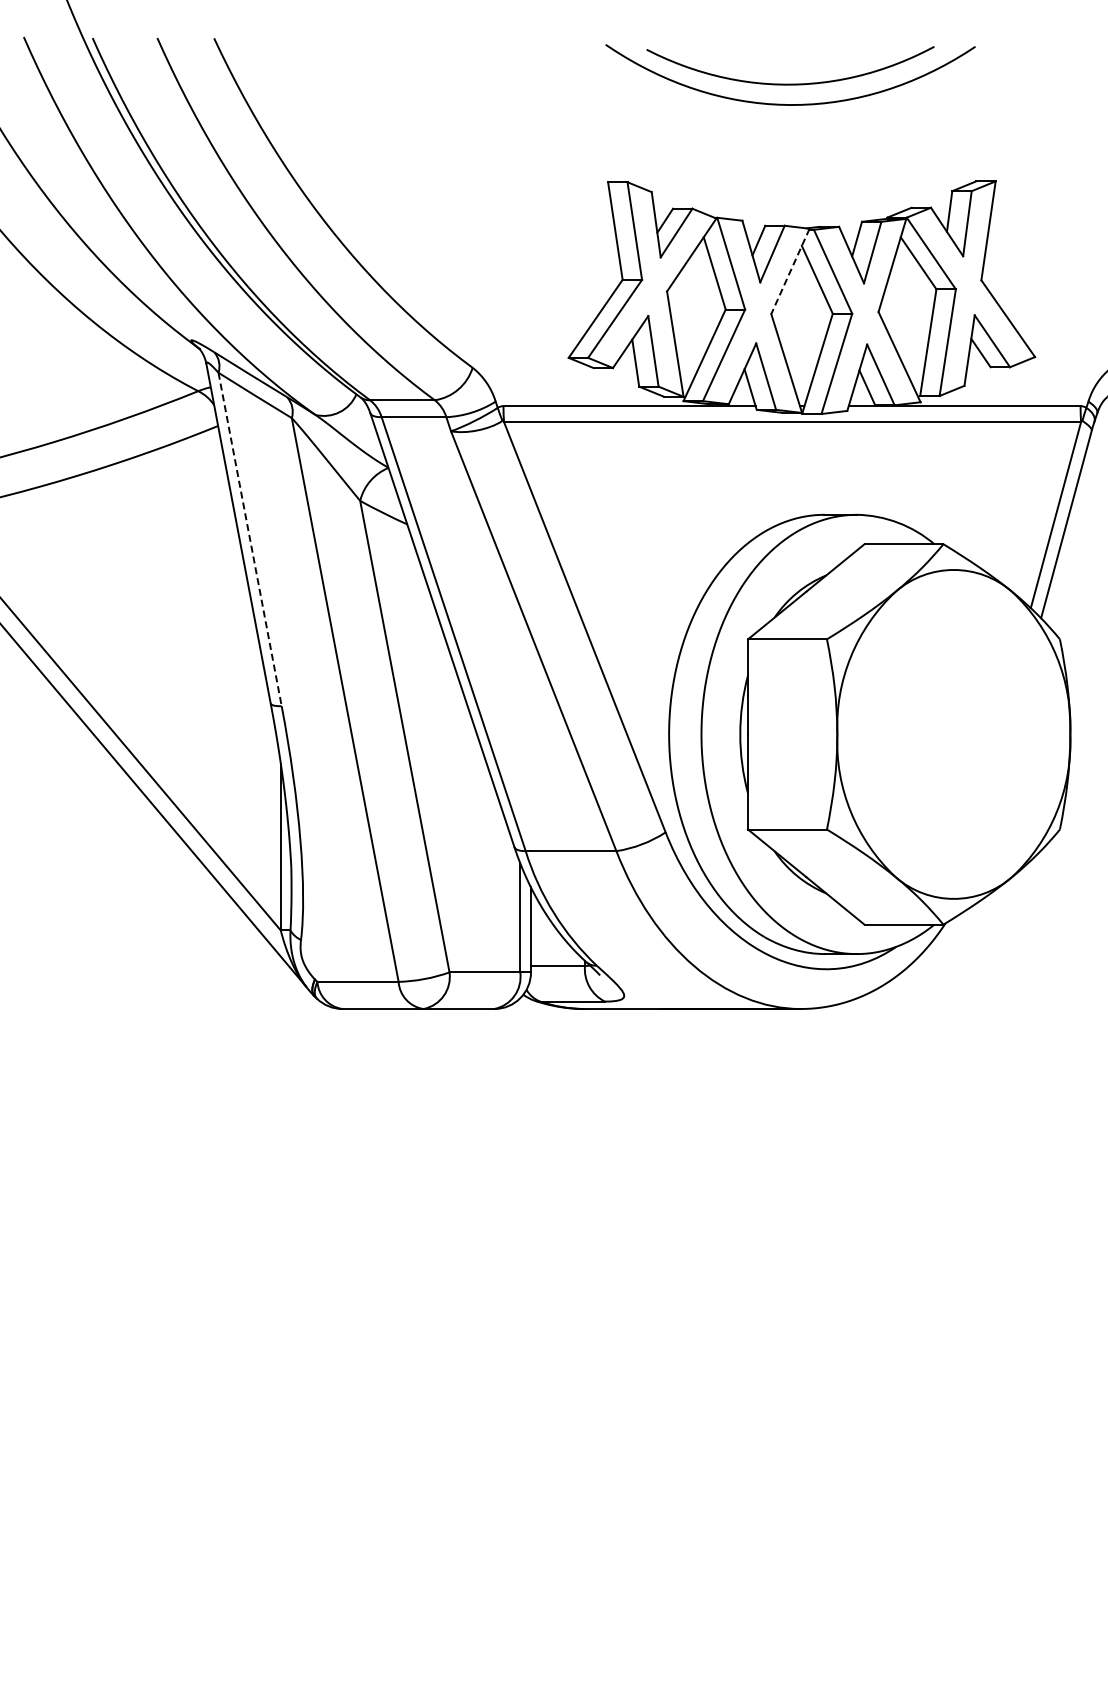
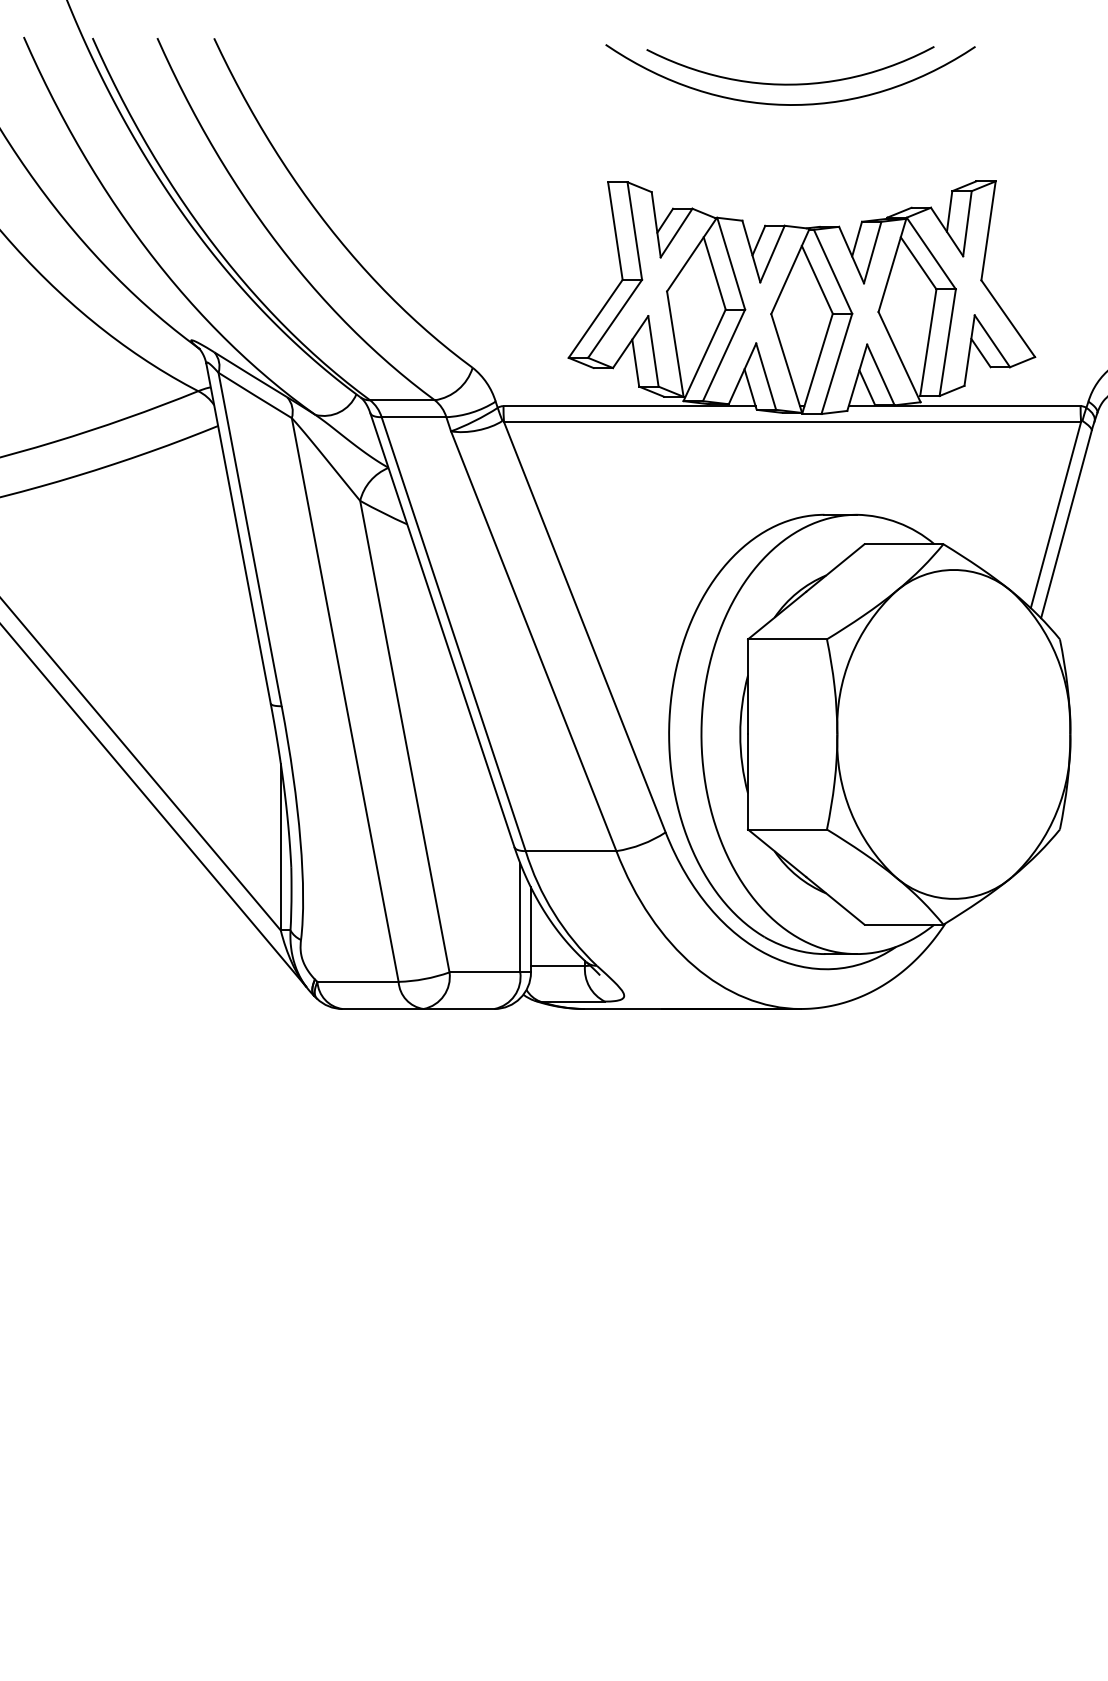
line at (790, 271): dashed -> solid
line at (250, 539): dashed -> solid
